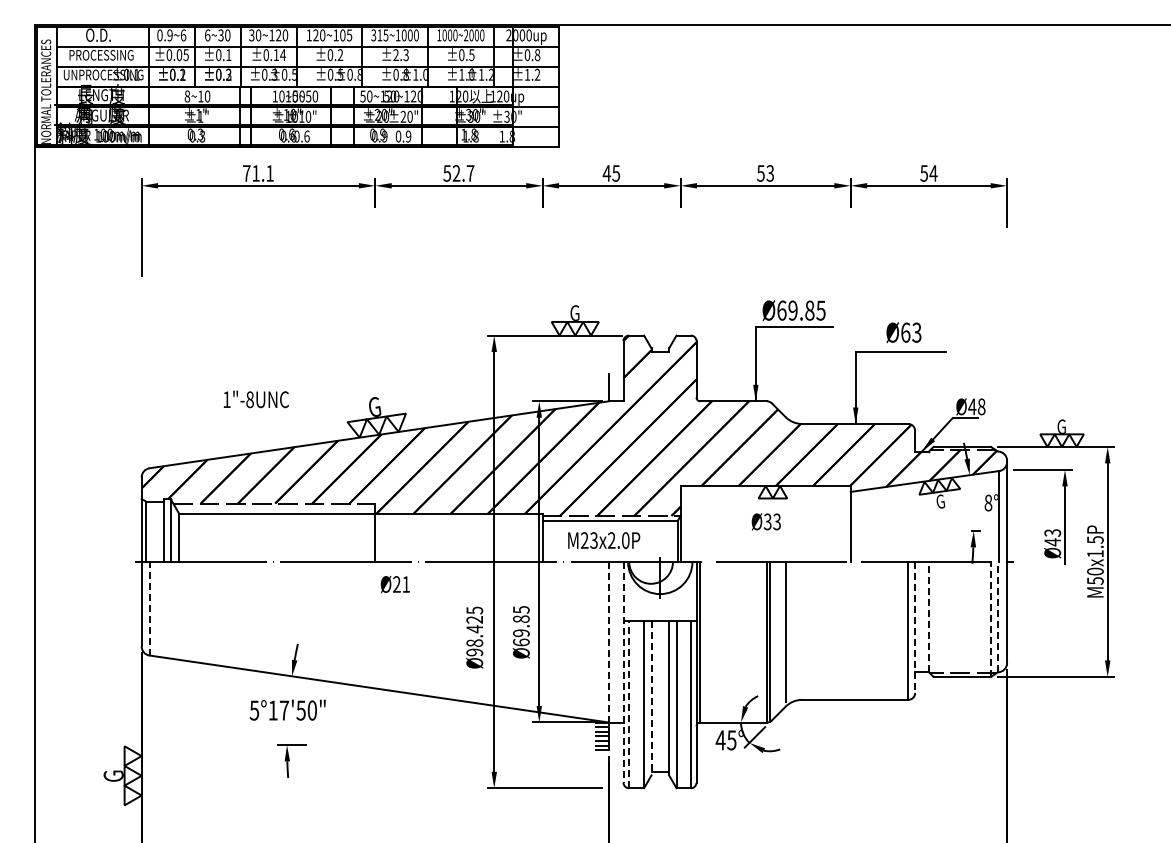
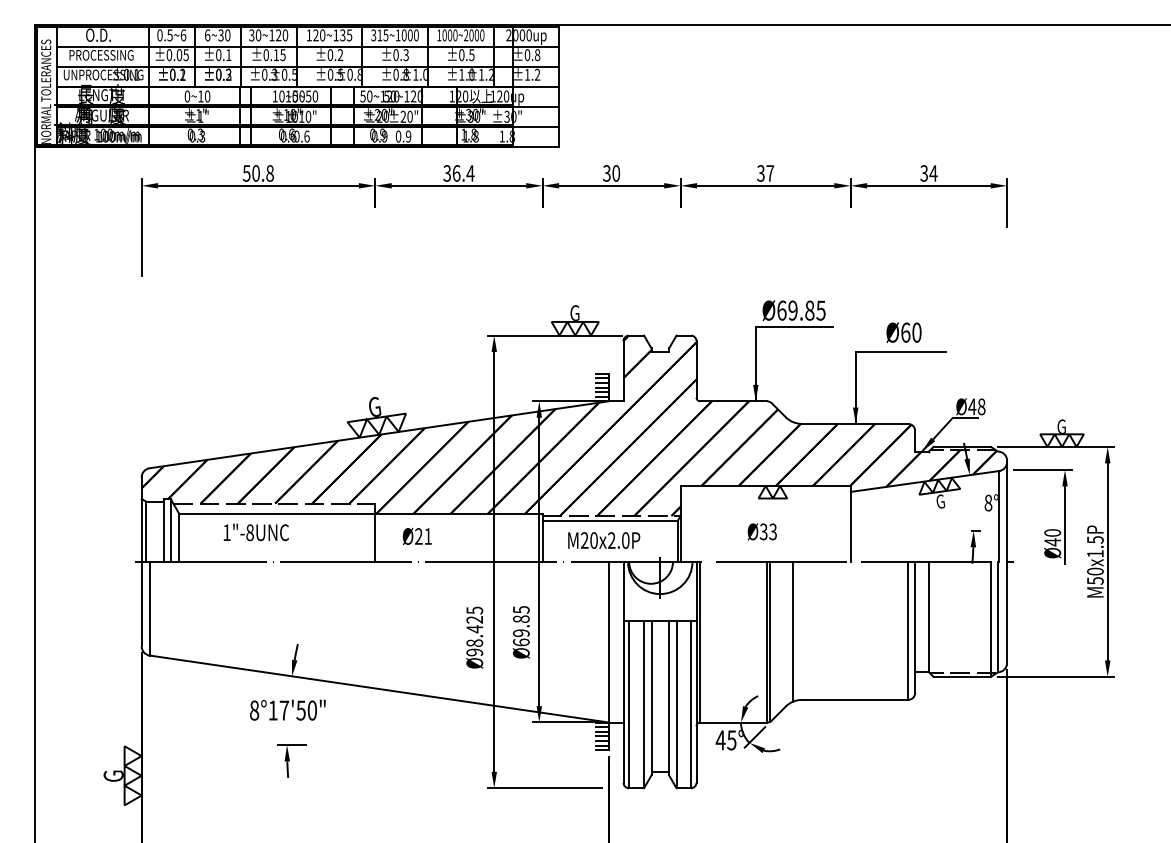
text at (169, 35): 0.9~6 -> 0.5~6
text at (342, 35): 120~105 -> 120~135
text at (282, 55): ±0.14 -> ±0.15
text at (395, 55): ±2.3 -> ±0.3
text at (187, 96): 8~10 -> 0~10
text at (923, 172): 54 -> 34
text at (257, 173): 71.1 -> 50.8
text at (458, 173): 52.7 -> 36.4
text at (611, 173): 45 -> 30
text at (765, 173): 53 -> 37
text at (916, 332): Ø63 -> Ø60
hatch at (601, 387): none -> present
text at (255, 399) position: (255, 399) -> (255, 532)
text at (765, 521) position: (765, 521) -> (761, 531)
text at (1052, 532): Ø43 -> Ø40
text at (593, 540): M23x2.0P -> M20x2.0P
text at (394, 584) position: (394, 584) -> (416, 536)
line at (149, 608): dashed -> solid
line at (928, 616): dashed -> solid
line at (997, 616): dashed -> solid
line at (991, 618): dashed -> solid
line at (915, 627): dashed -> solid
line at (786, 631) position: (786, 631) -> (793, 631)
line at (608, 642): dashed -> solid
line at (623, 672): dashed -> solid
line at (651, 698): dashed -> solid
line at (629, 704): dashed -> solid
text at (254, 710): 5°17'50" -> 8°17'50"
